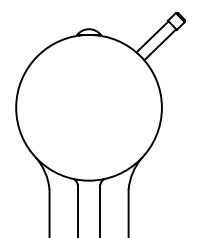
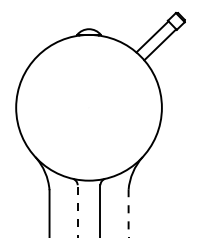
line at (77, 211): solid -> dashed
line at (128, 213): solid -> dashed
